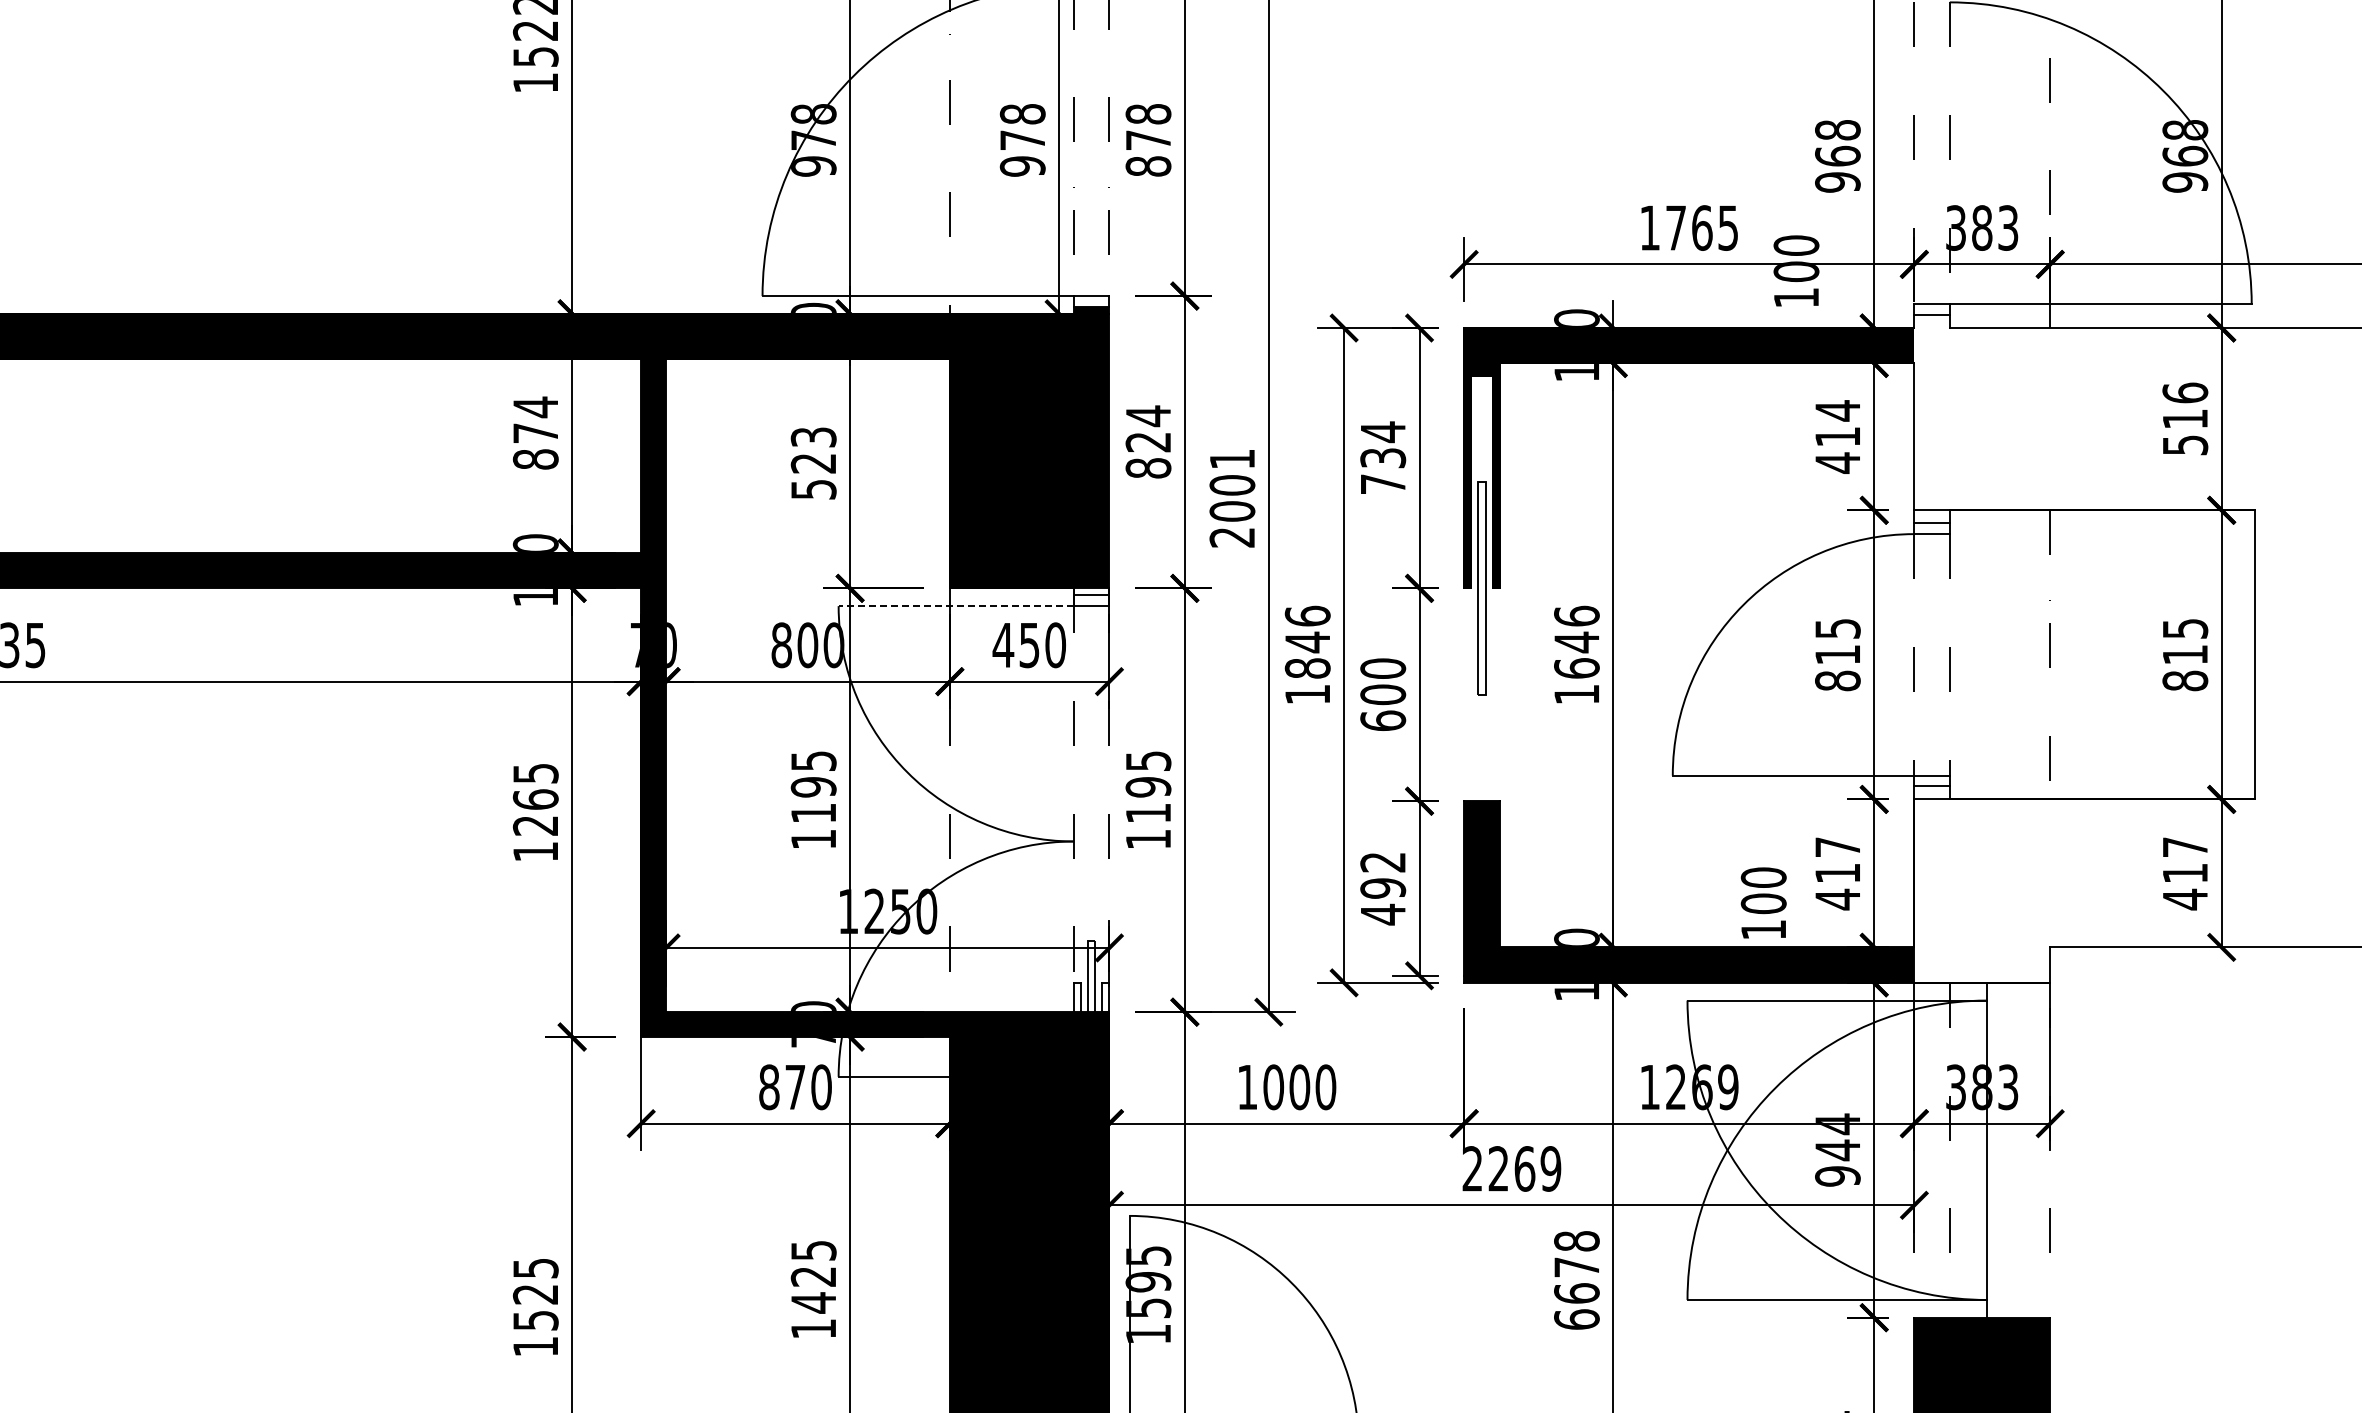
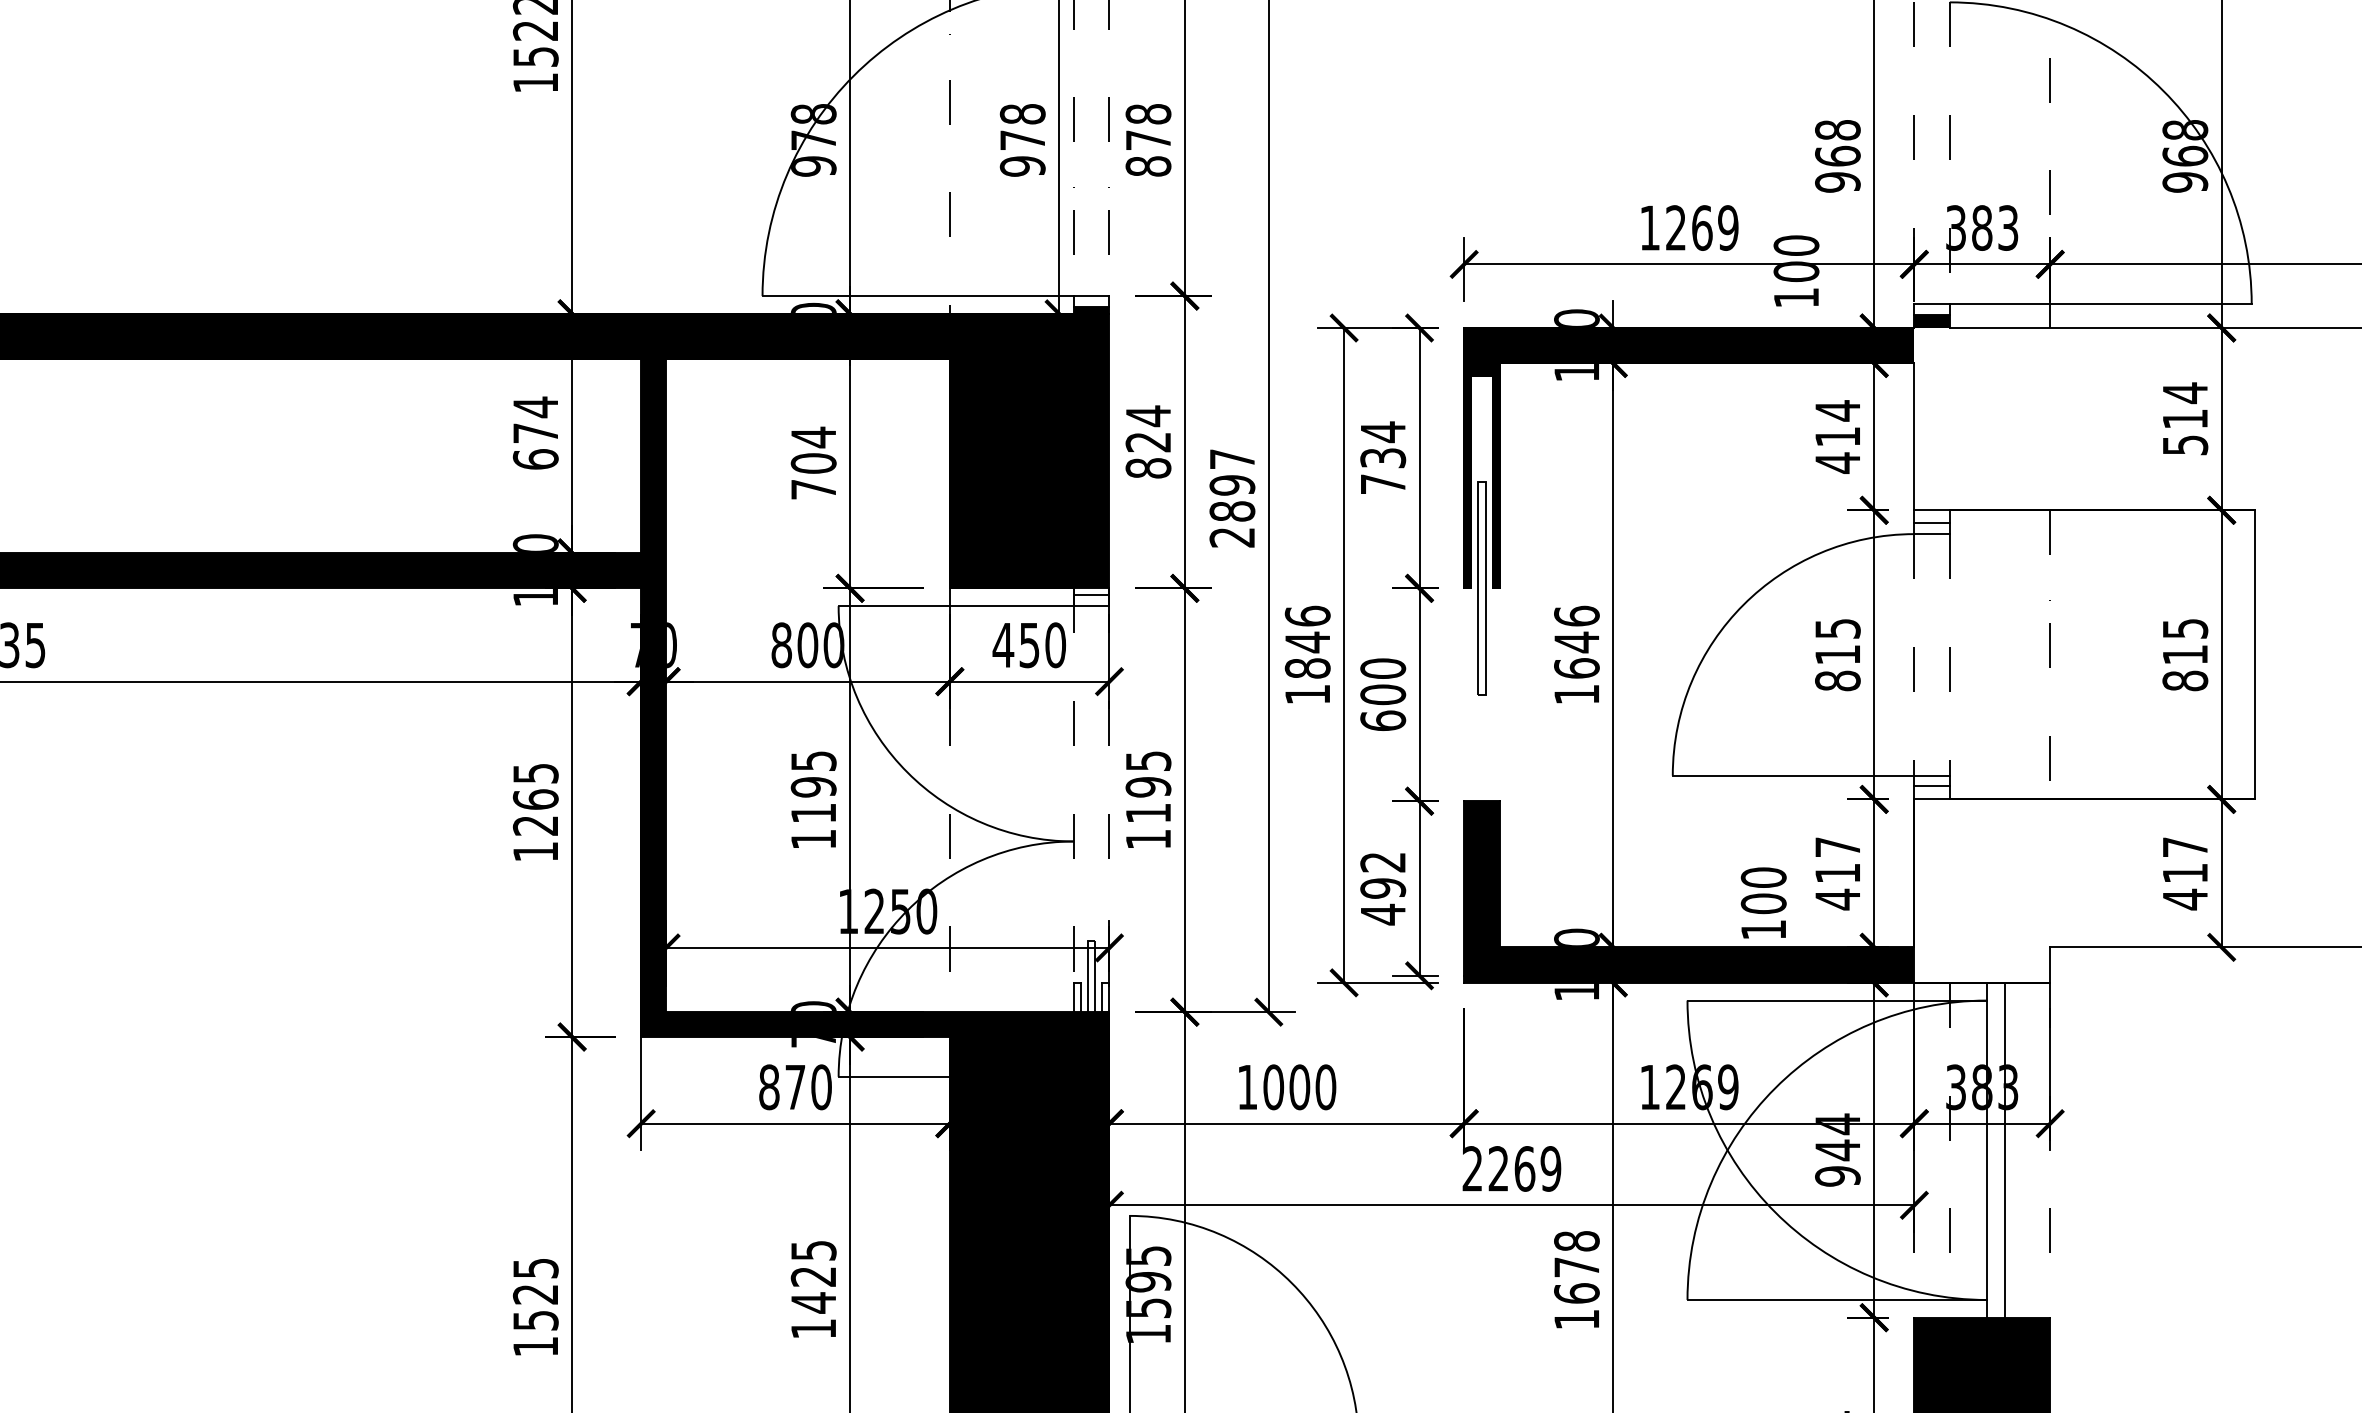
text at (1702, 227): 1765 -> 1269
fill at (1931, 321): none -> present
text at (2185, 393): 516 -> 514
text at (535, 459): 874 -> 674
text at (813, 462): 523 -> 704
text at (1232, 485): 2001 -> 2897
line at (956, 606): dashed -> solid
line at (2004, 1149): none -> present
text at (1576, 1319): 6678 -> 1678
